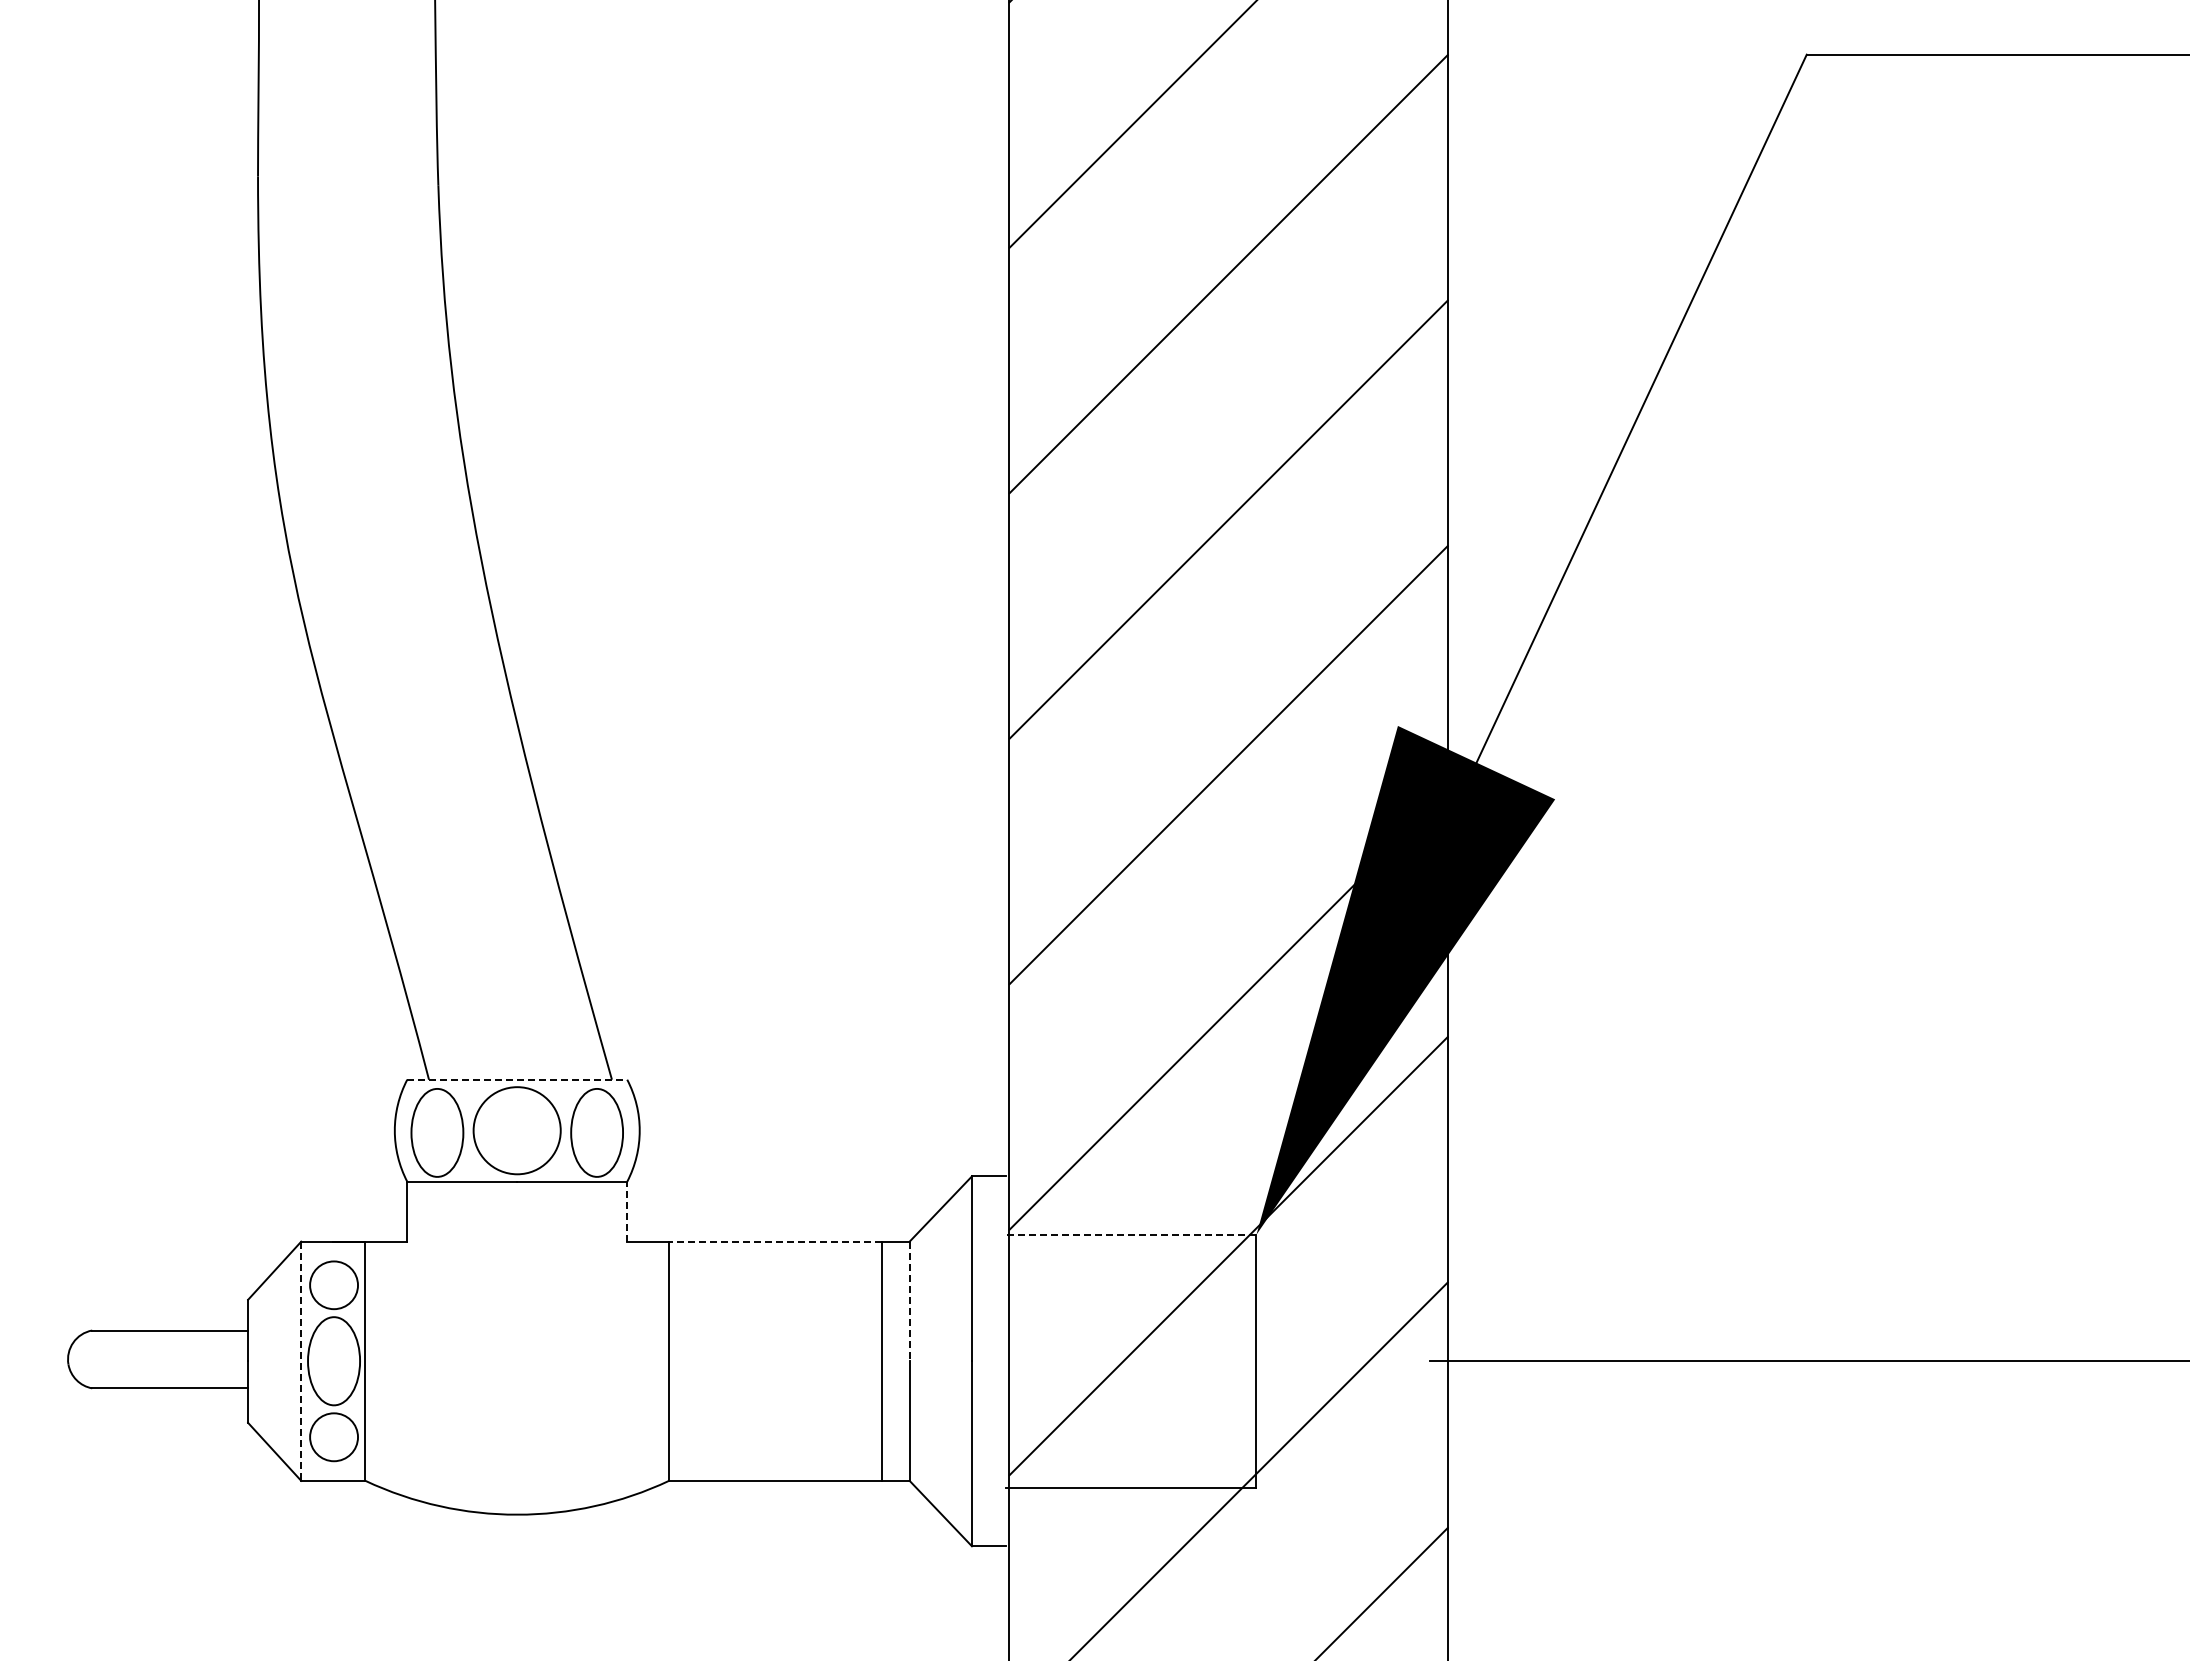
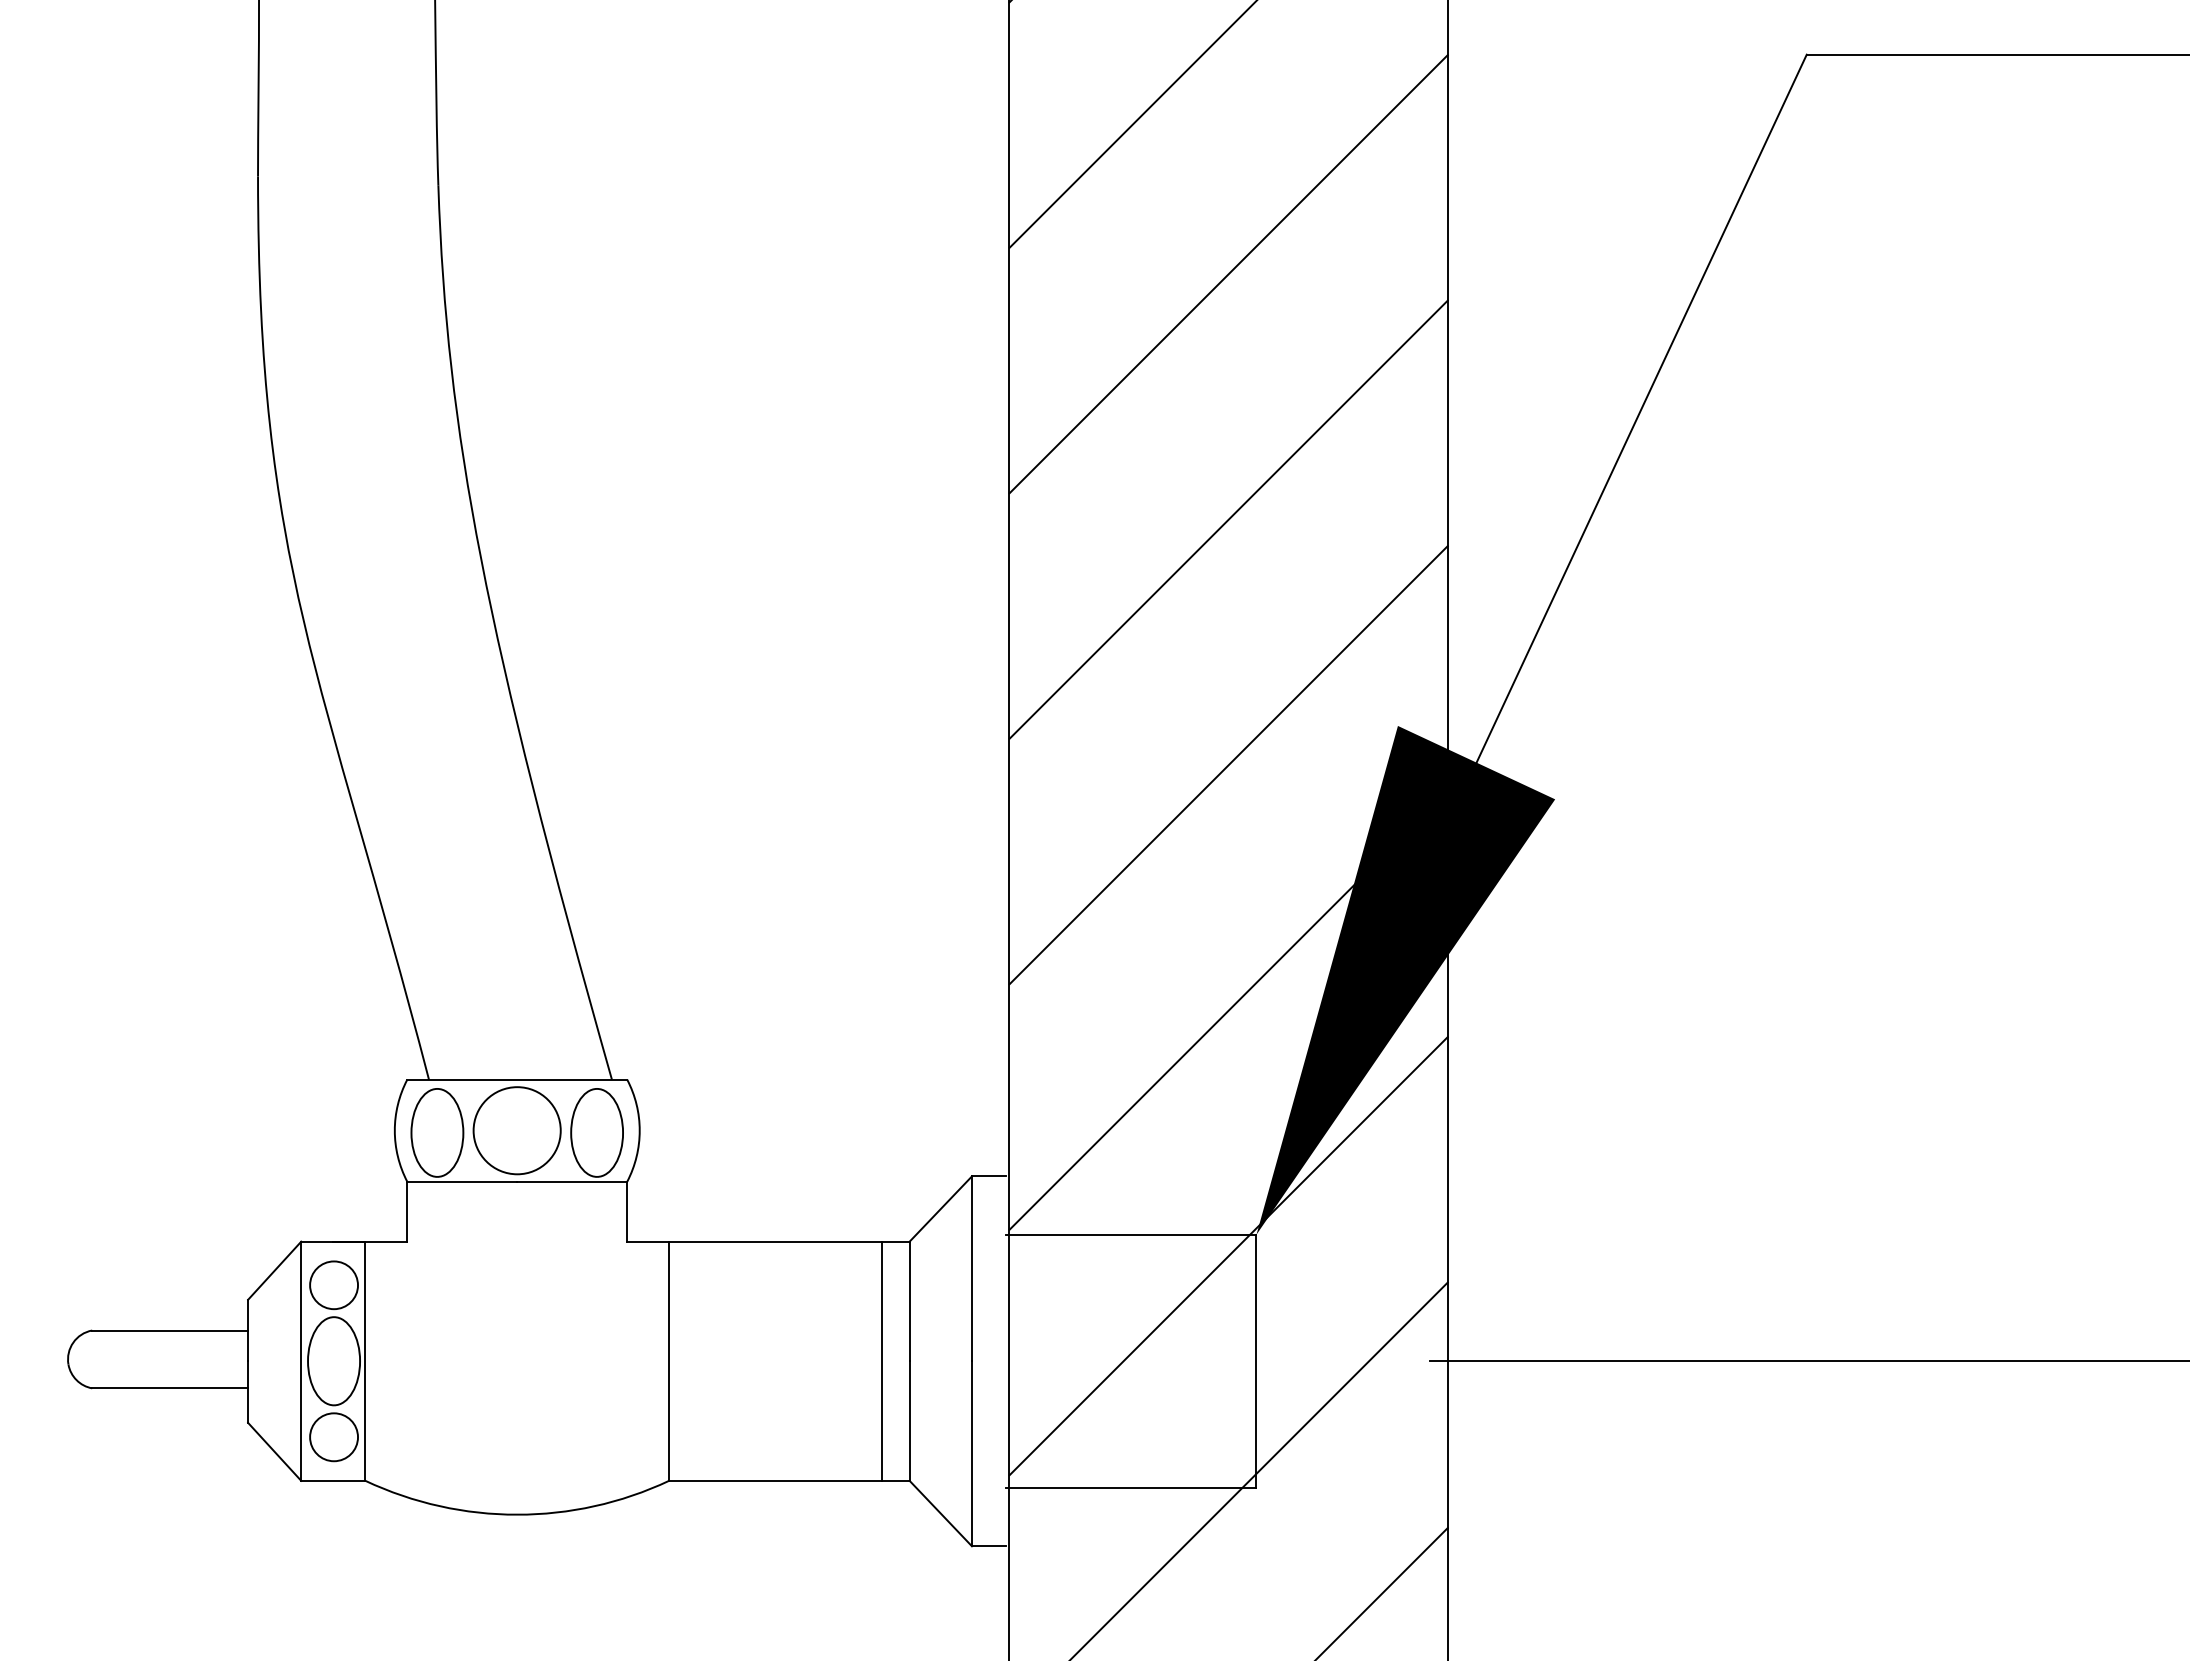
line at (517, 1079): dashed -> solid
line at (627, 1211): dashed -> solid
line at (1130, 1234): dashed -> solid
line at (774, 1241): dashed -> solid
line at (909, 1301): dashed -> solid
line at (301, 1361): dashed -> solid
